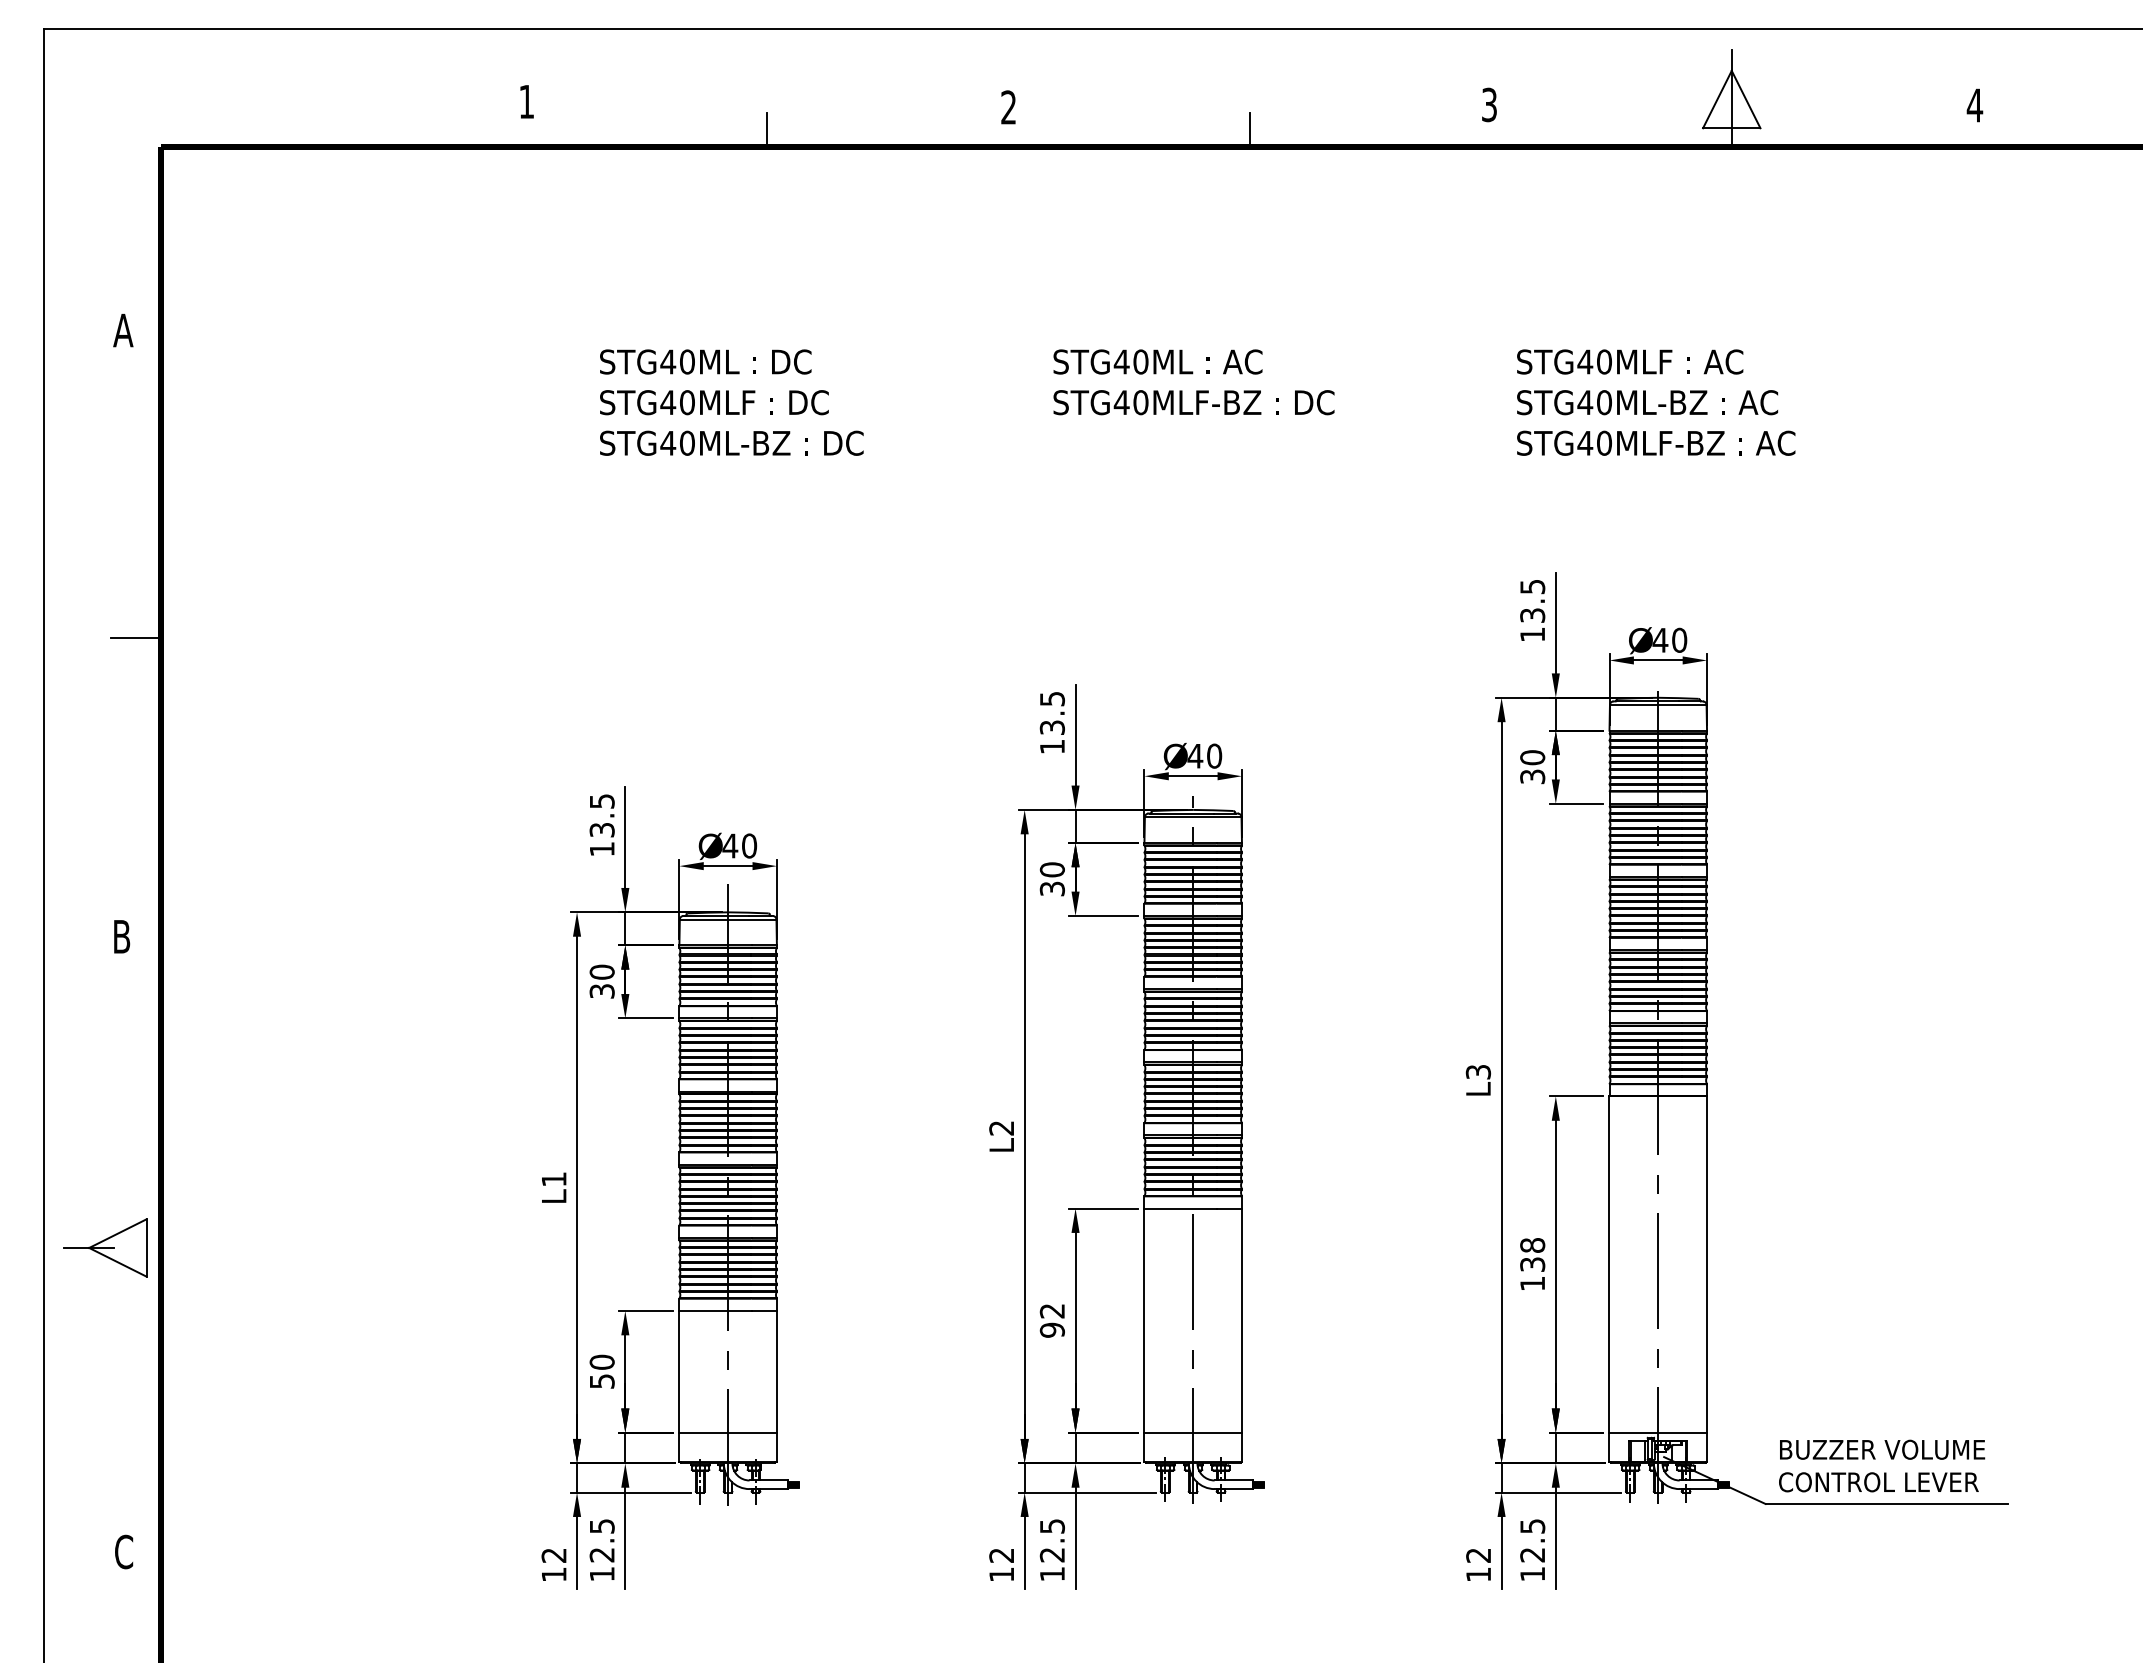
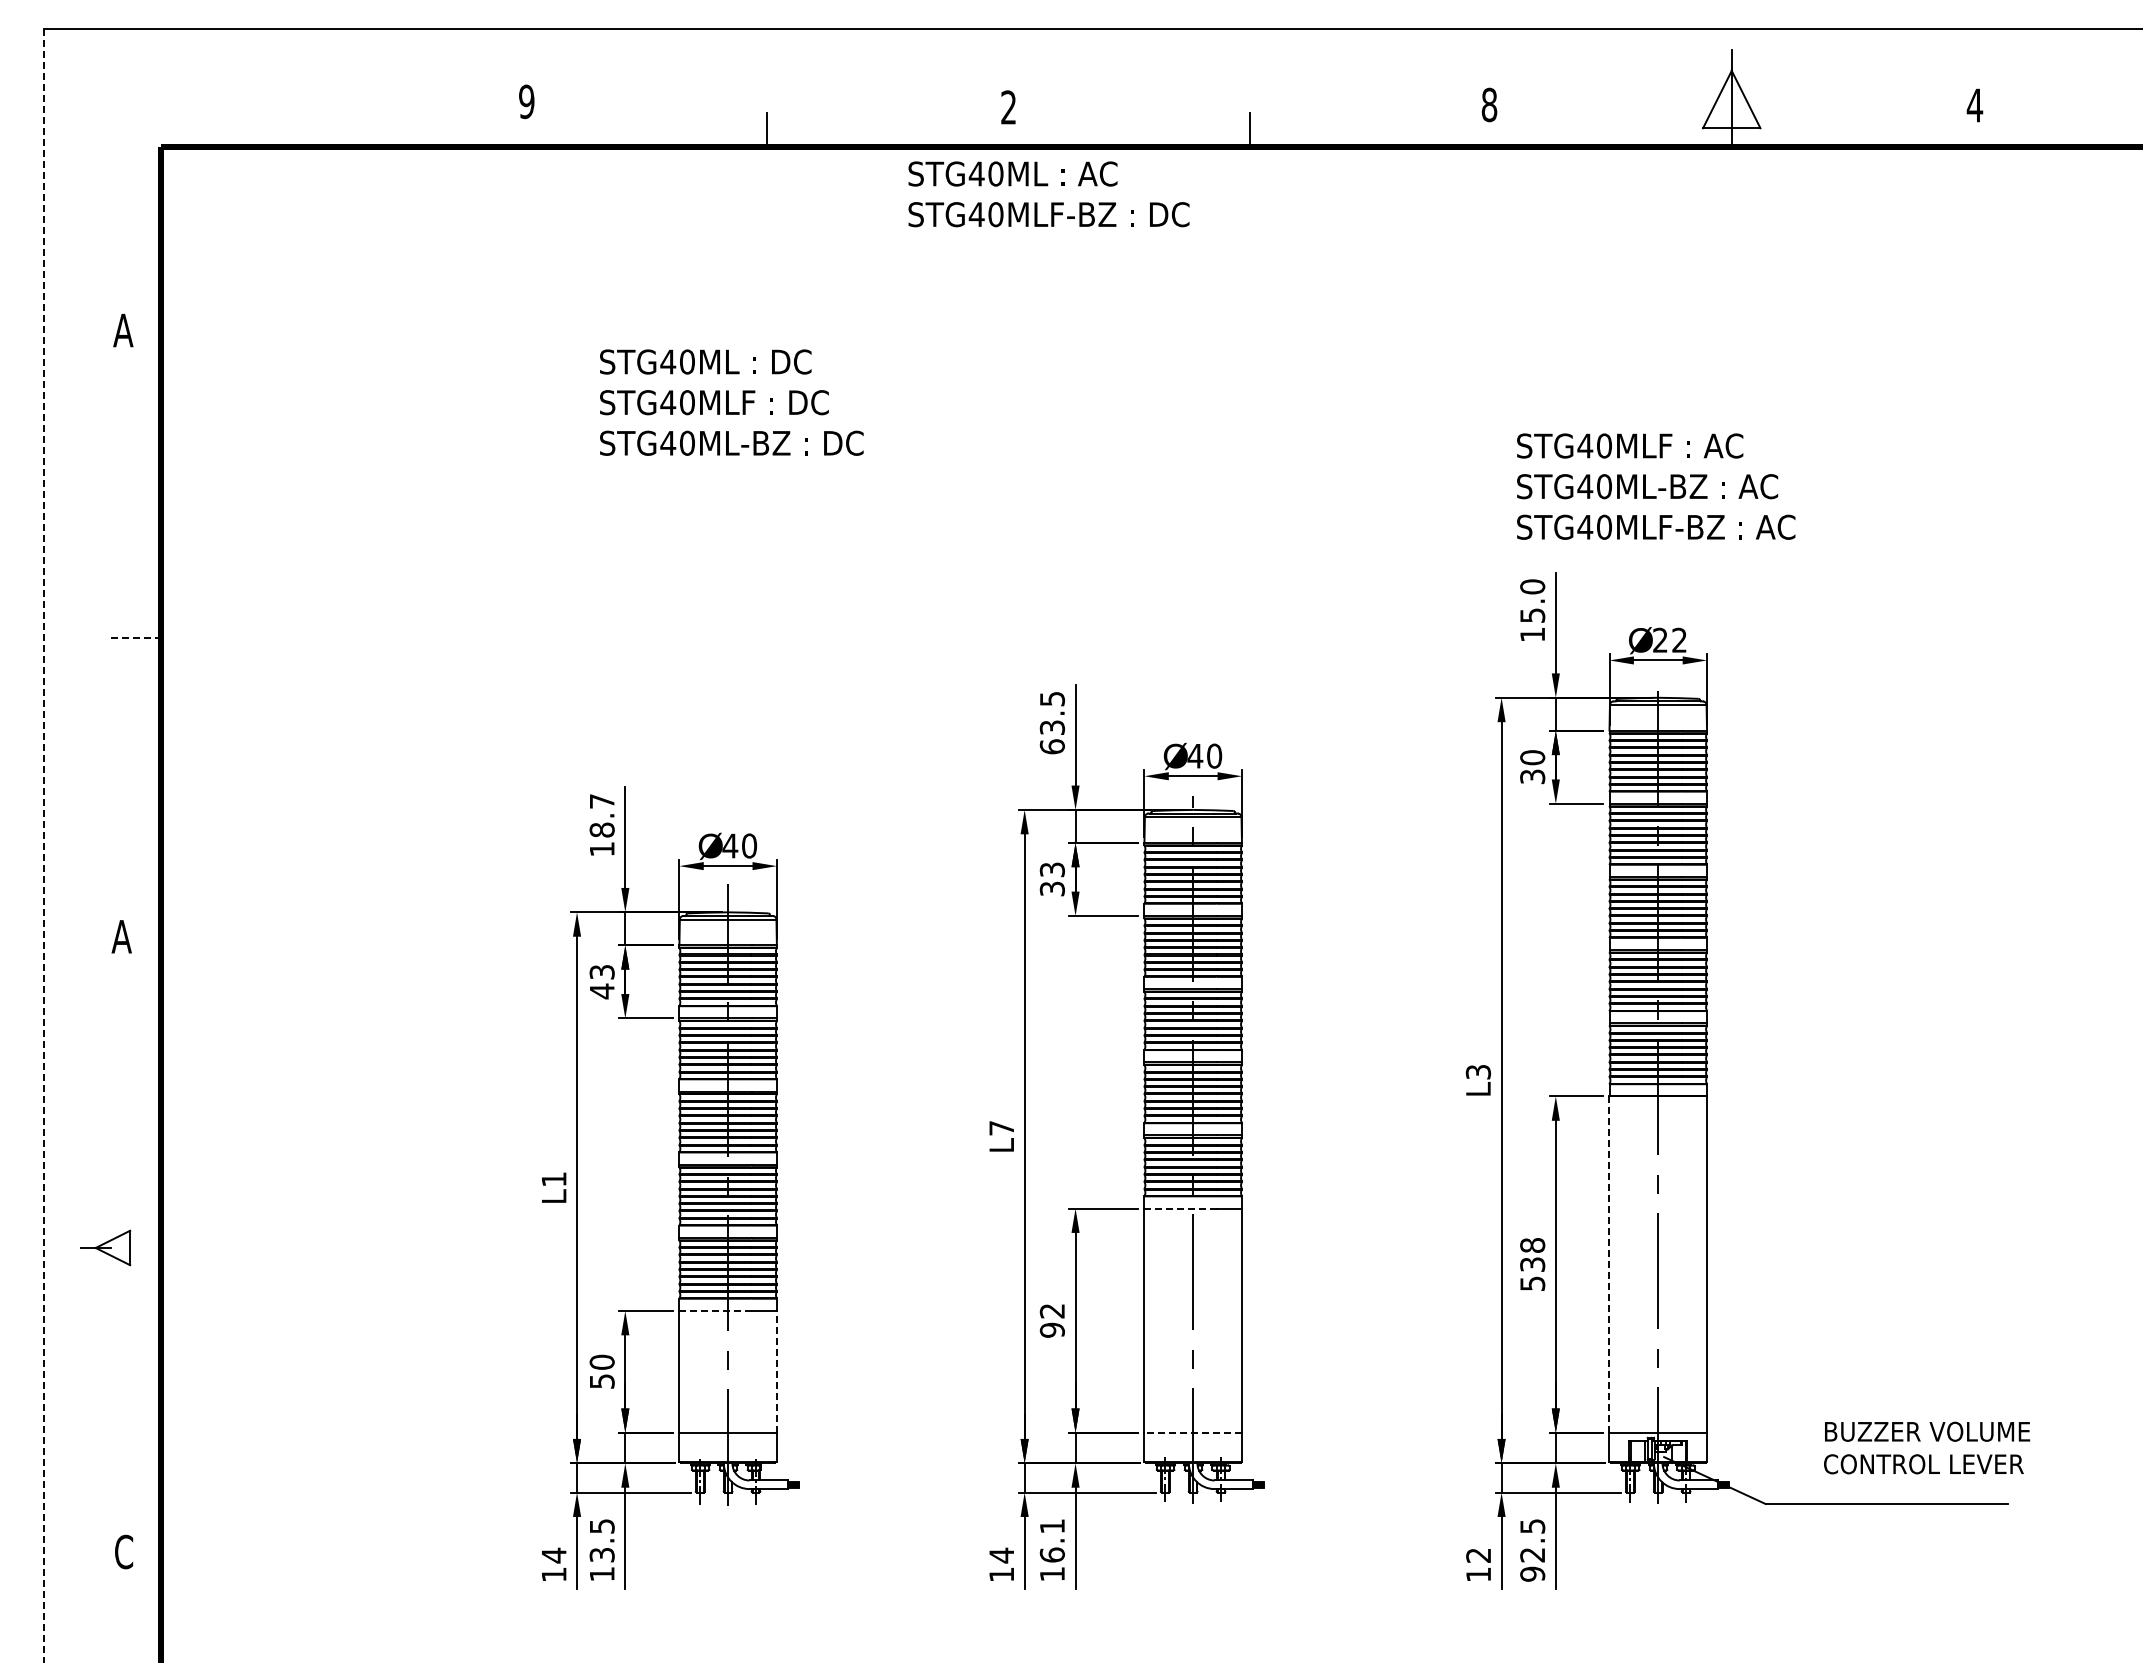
text at (526, 101): 1 -> 9
text at (1489, 104): 3 -> 8
text at (1193, 382) position: (1193, 382) -> (1048, 194)
text at (1656, 402) position: (1656, 402) -> (1656, 486)
text at (1532, 600): 13.5 -> 15.0
line at (136, 638): solid -> dashed
text at (1669, 639): 40 -> 22
text at (1051, 746): 13.5 -> 63.5
text at (601, 815): 13.5 -> 18.7
line at (43, 845): solid -> dashed
text at (1051, 869): 30 -> 33
text at (121, 936): B -> A
text at (601, 981): 30 -> 43
text at (1001, 1128): L2 -> L7
line at (1181, 1208): solid -> dashed
part at (105, 1247) size: 85x60 px -> 52x38 px
line at (1609, 1264): solid -> dashed
text at (1532, 1283): 138 -> 538
line at (715, 1310): solid -> dashed
line at (776, 1371): solid -> dashed
line at (1193, 1432): solid -> dashed
text at (1882, 1465) position: (1882, 1465) -> (1927, 1447)
text at (1051, 1540): 12.5 -> 16.1
text at (553, 1555): 12 -> 14
text at (602, 1555): 12.5 -> 13.5
text at (1001, 1555): 12 -> 14
text at (1532, 1573): 12.5 -> 92.5
